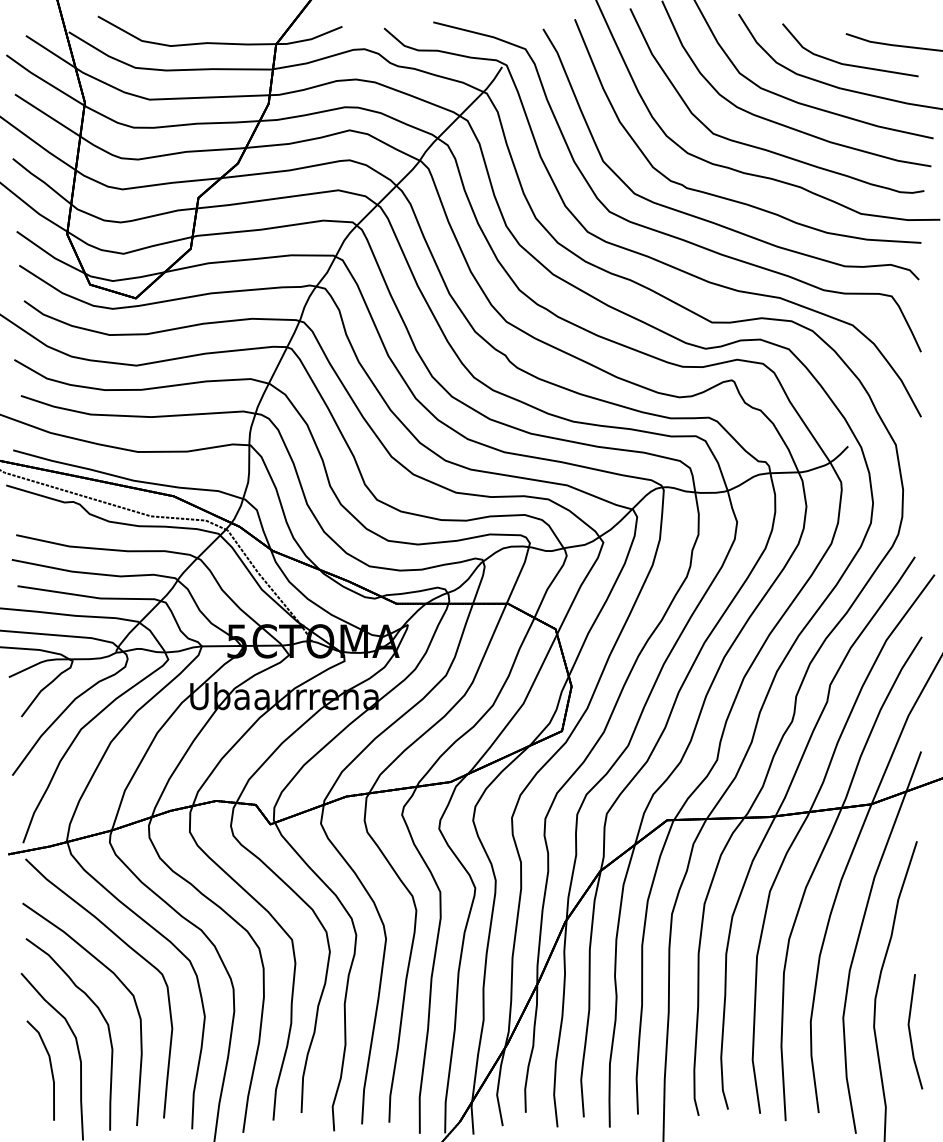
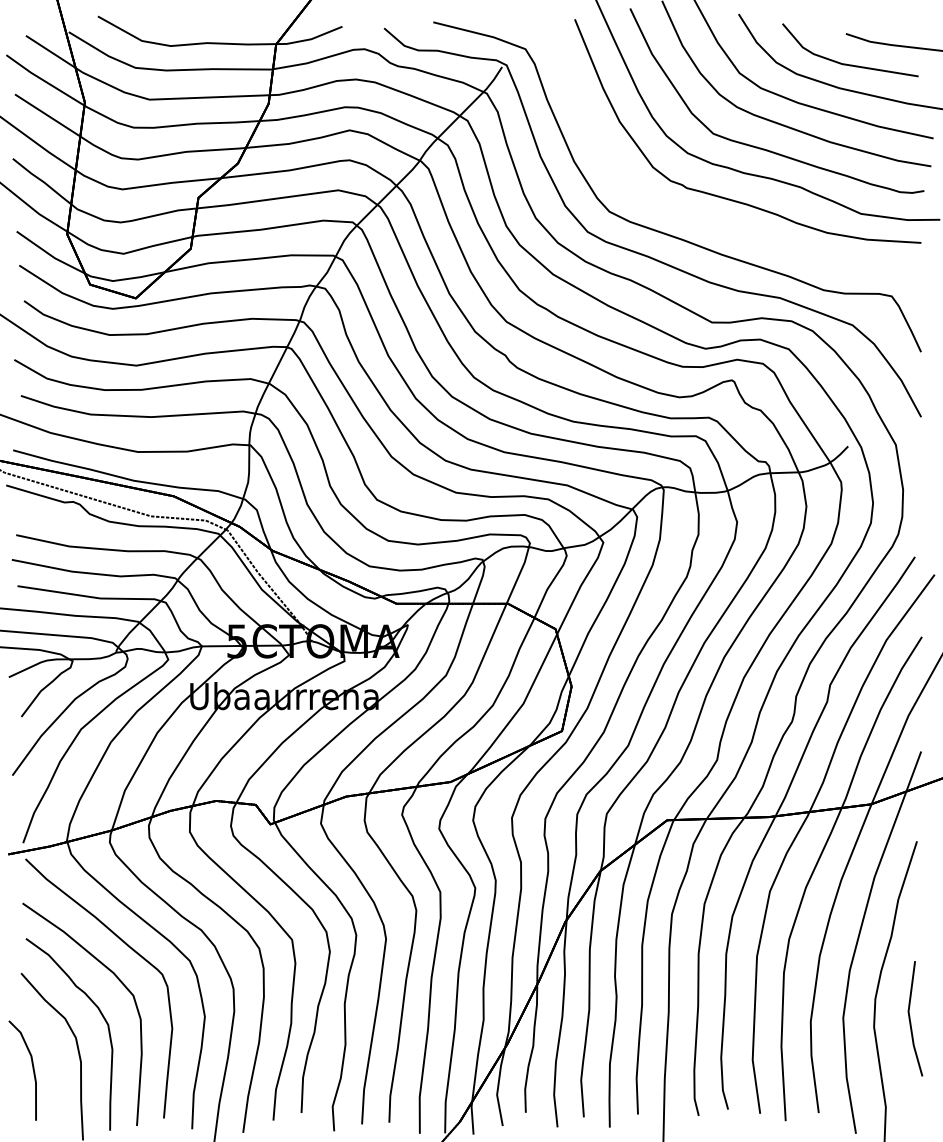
curve at (709, 220): present -> none
line at (910, 1031) position: (910, 1031) -> (910, 1018)
part at (50, 1069) position: (50, 1069) -> (32, 1069)
